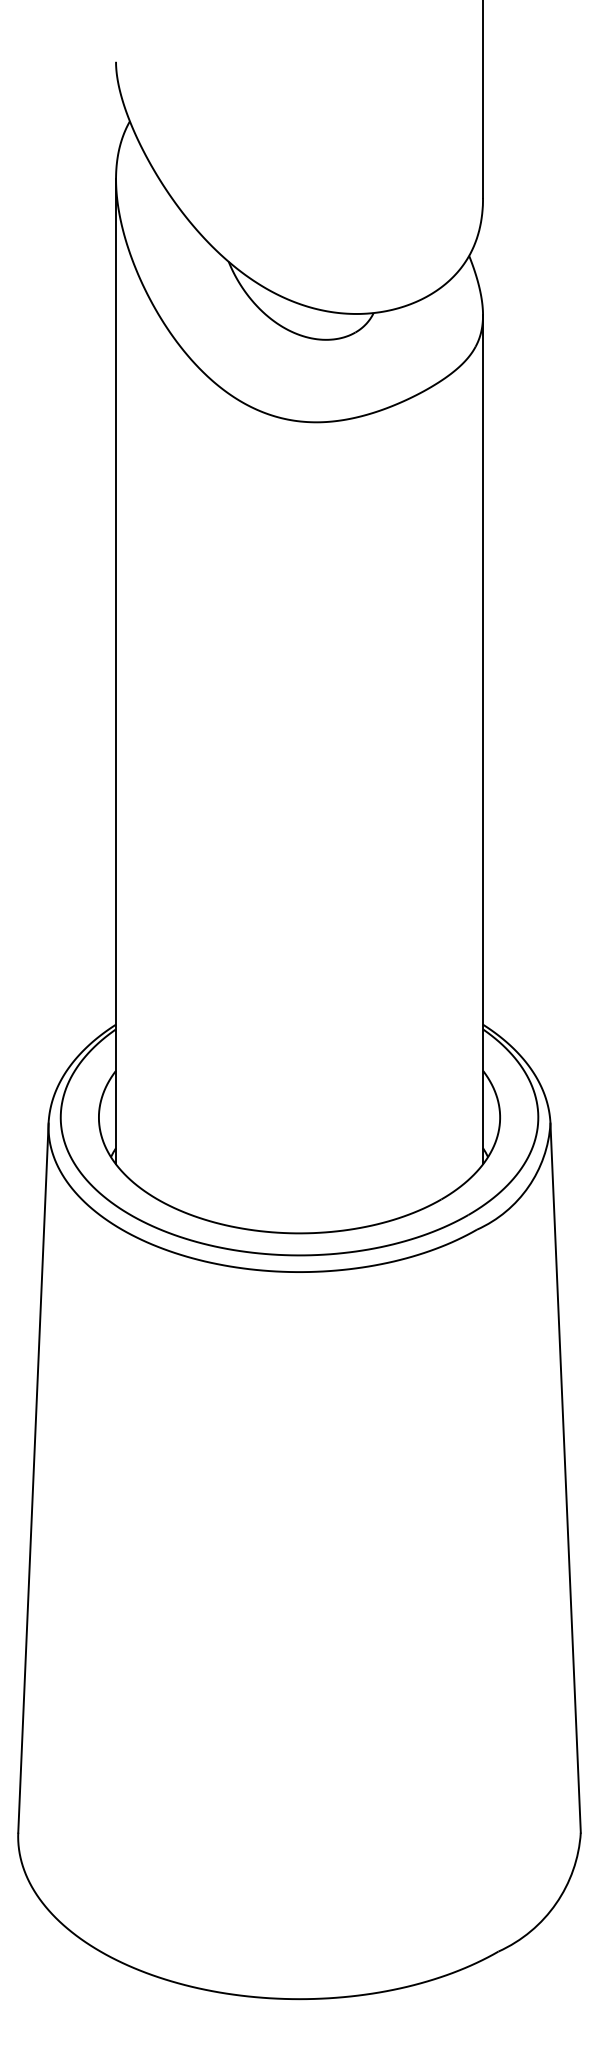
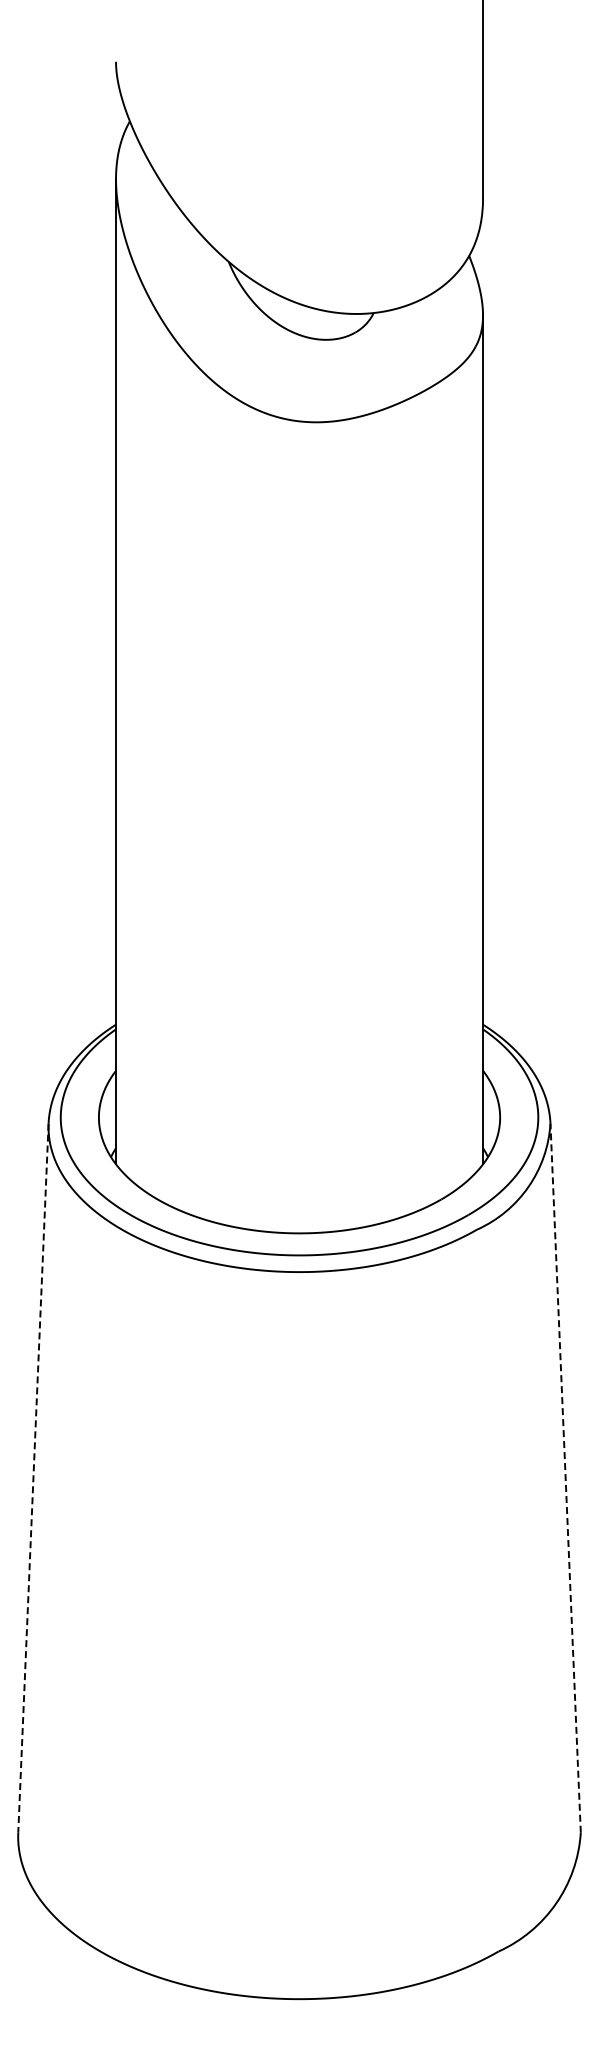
line at (33, 1478): solid -> dashed
line at (565, 1478): solid -> dashed
